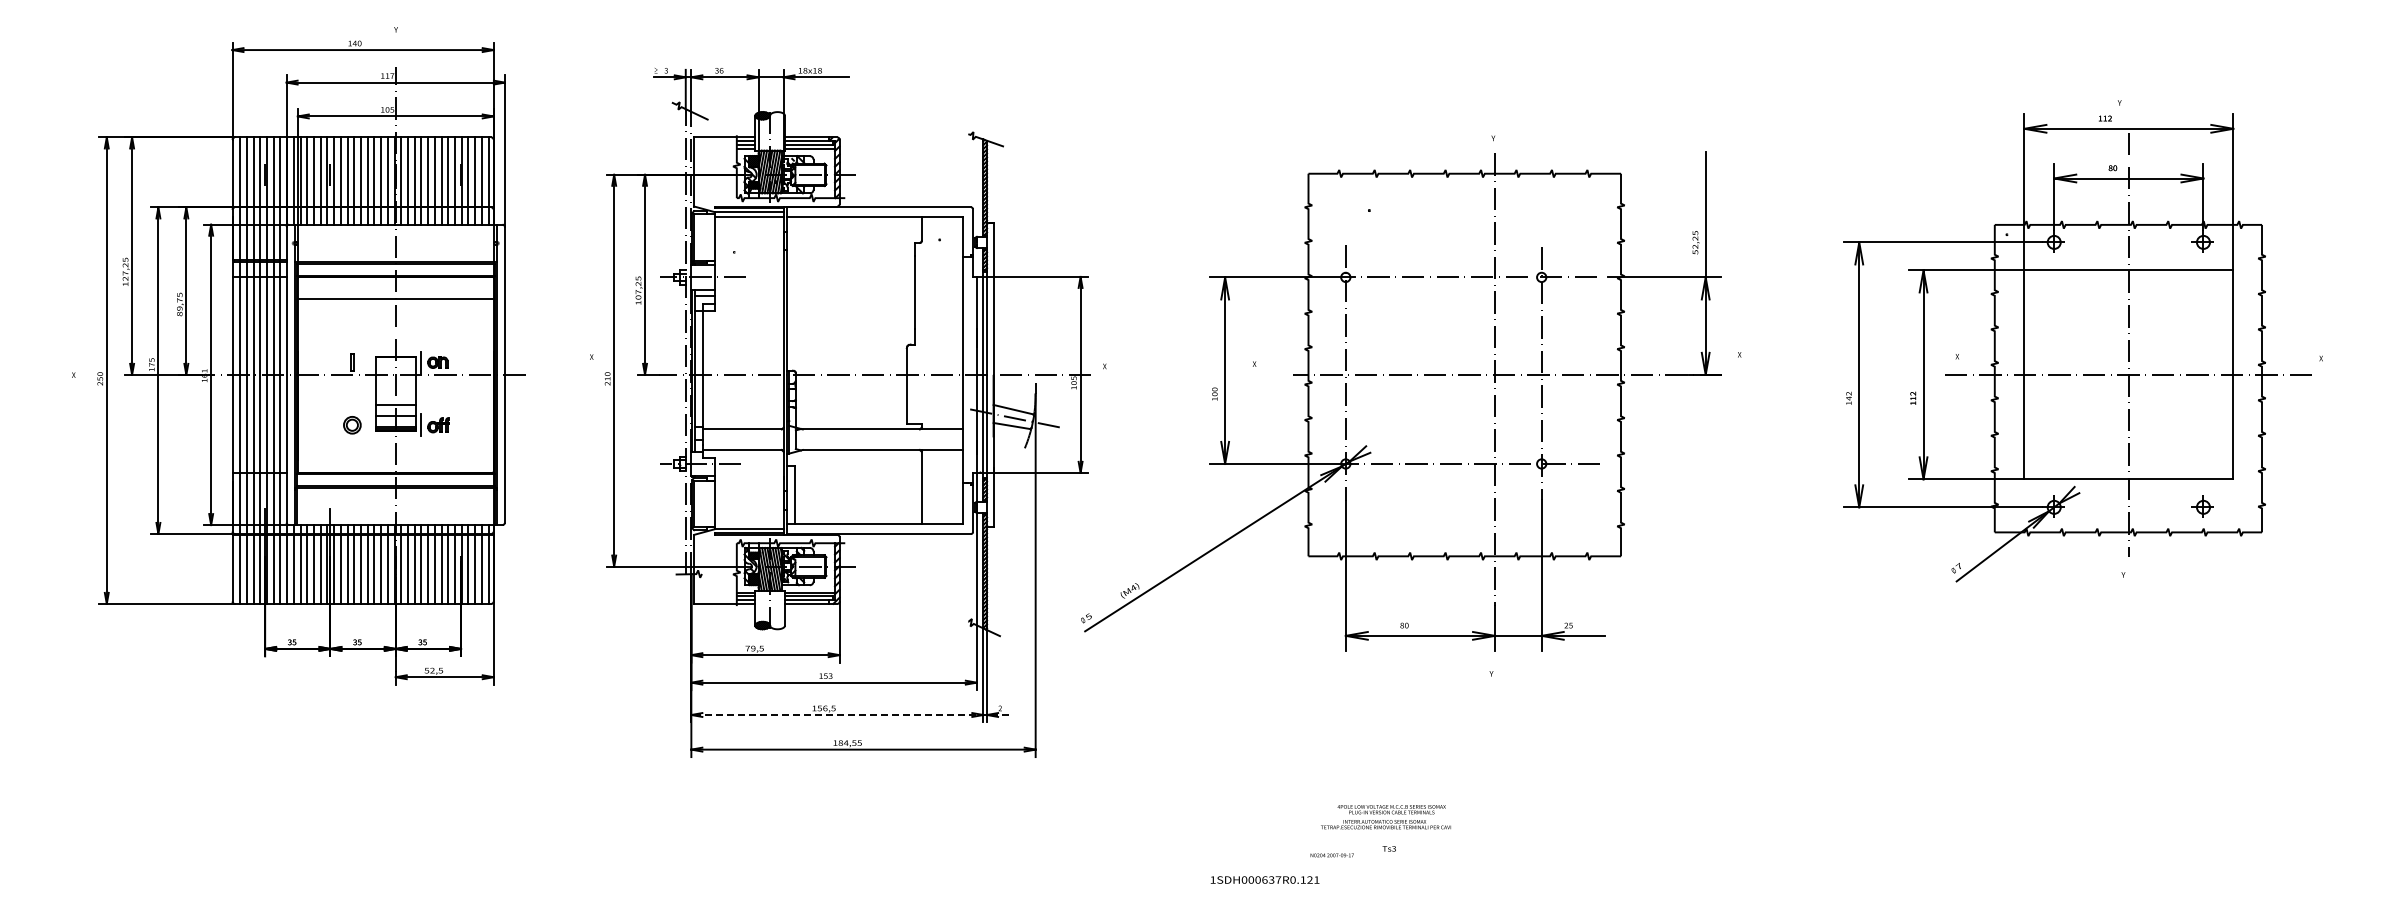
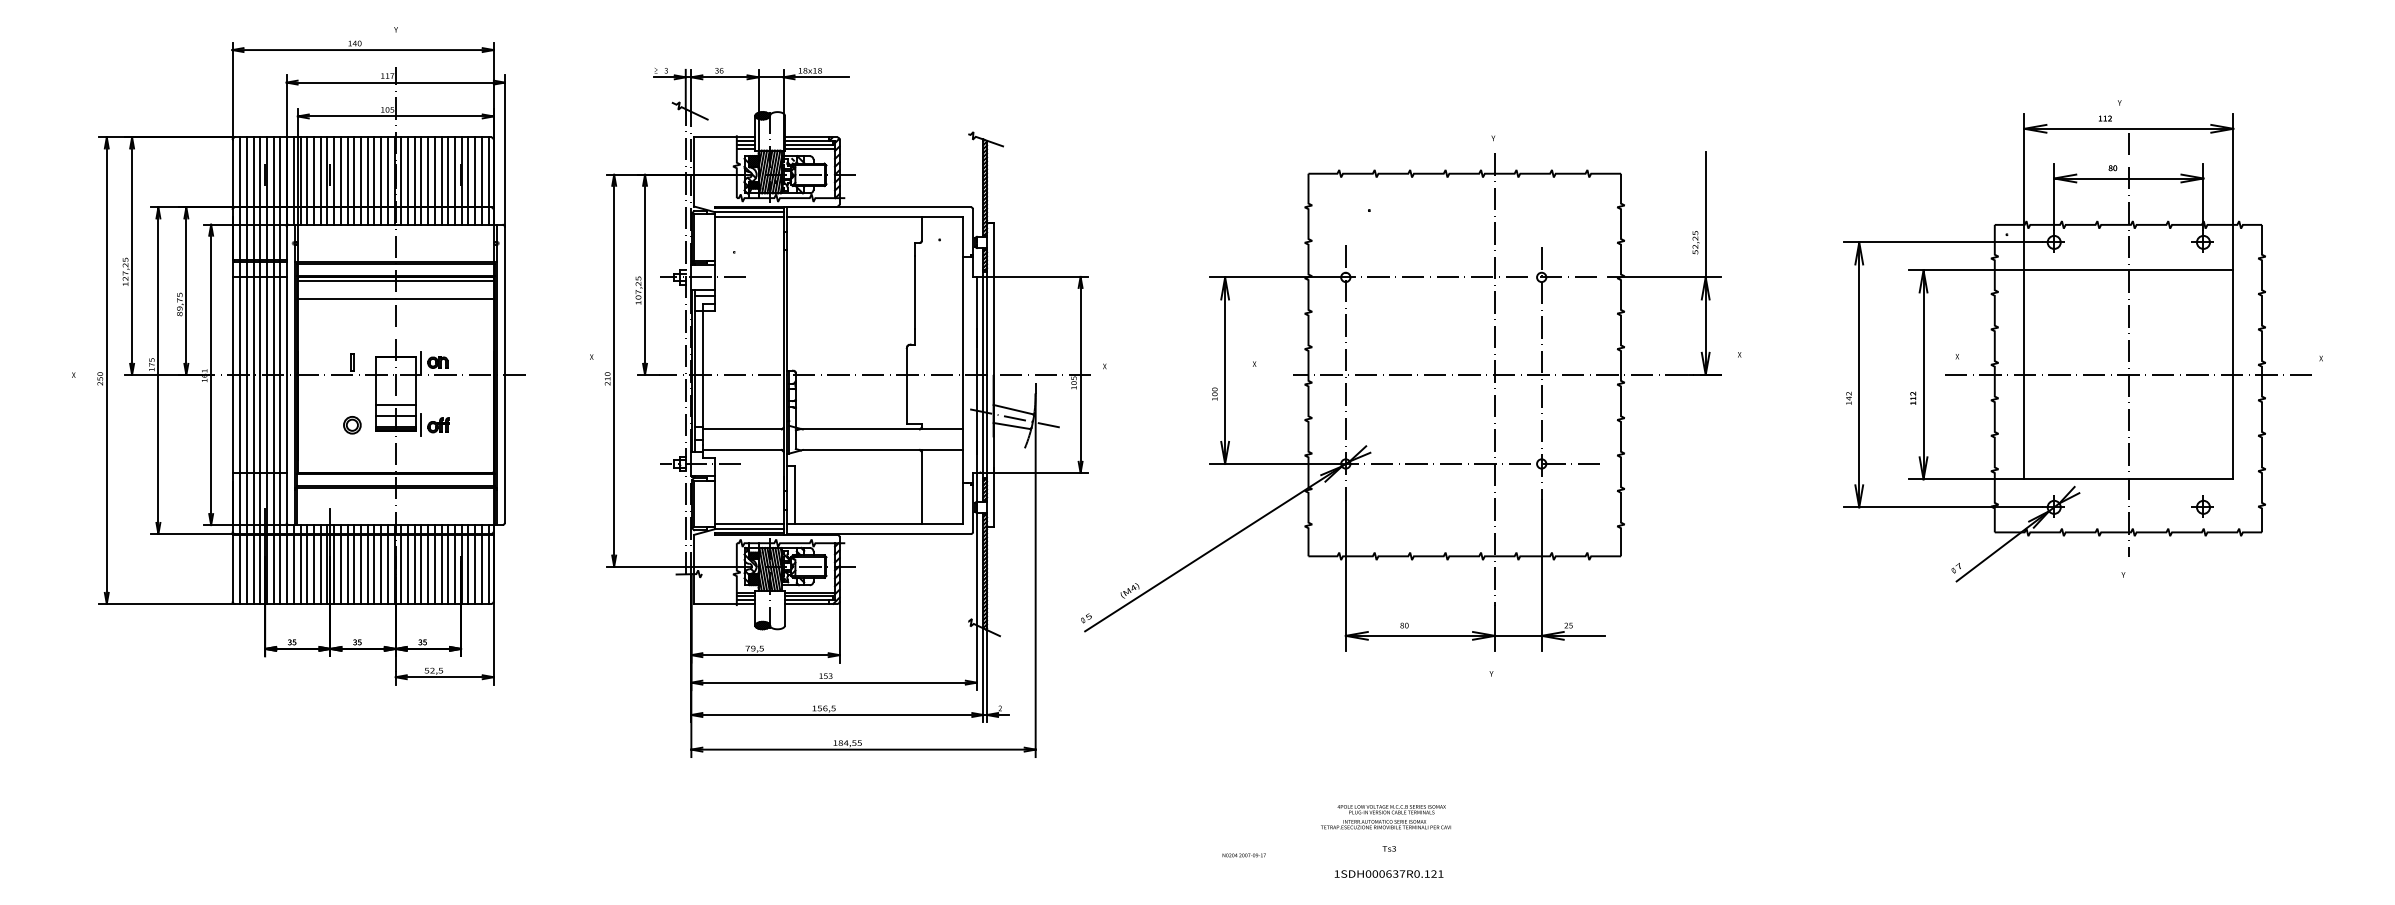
line at (395, 280): none -> present
line at (748, 524): none -> present
line at (849, 715): dashed -> solid
text at (1331, 855) position: (1331, 855) -> (1243, 855)
text at (1264, 879) position: (1264, 879) -> (1388, 873)
